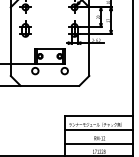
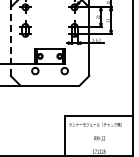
line at (10, 41): solid -> dashed
line at (98, 130): present -> none
line at (98, 143): present -> none
